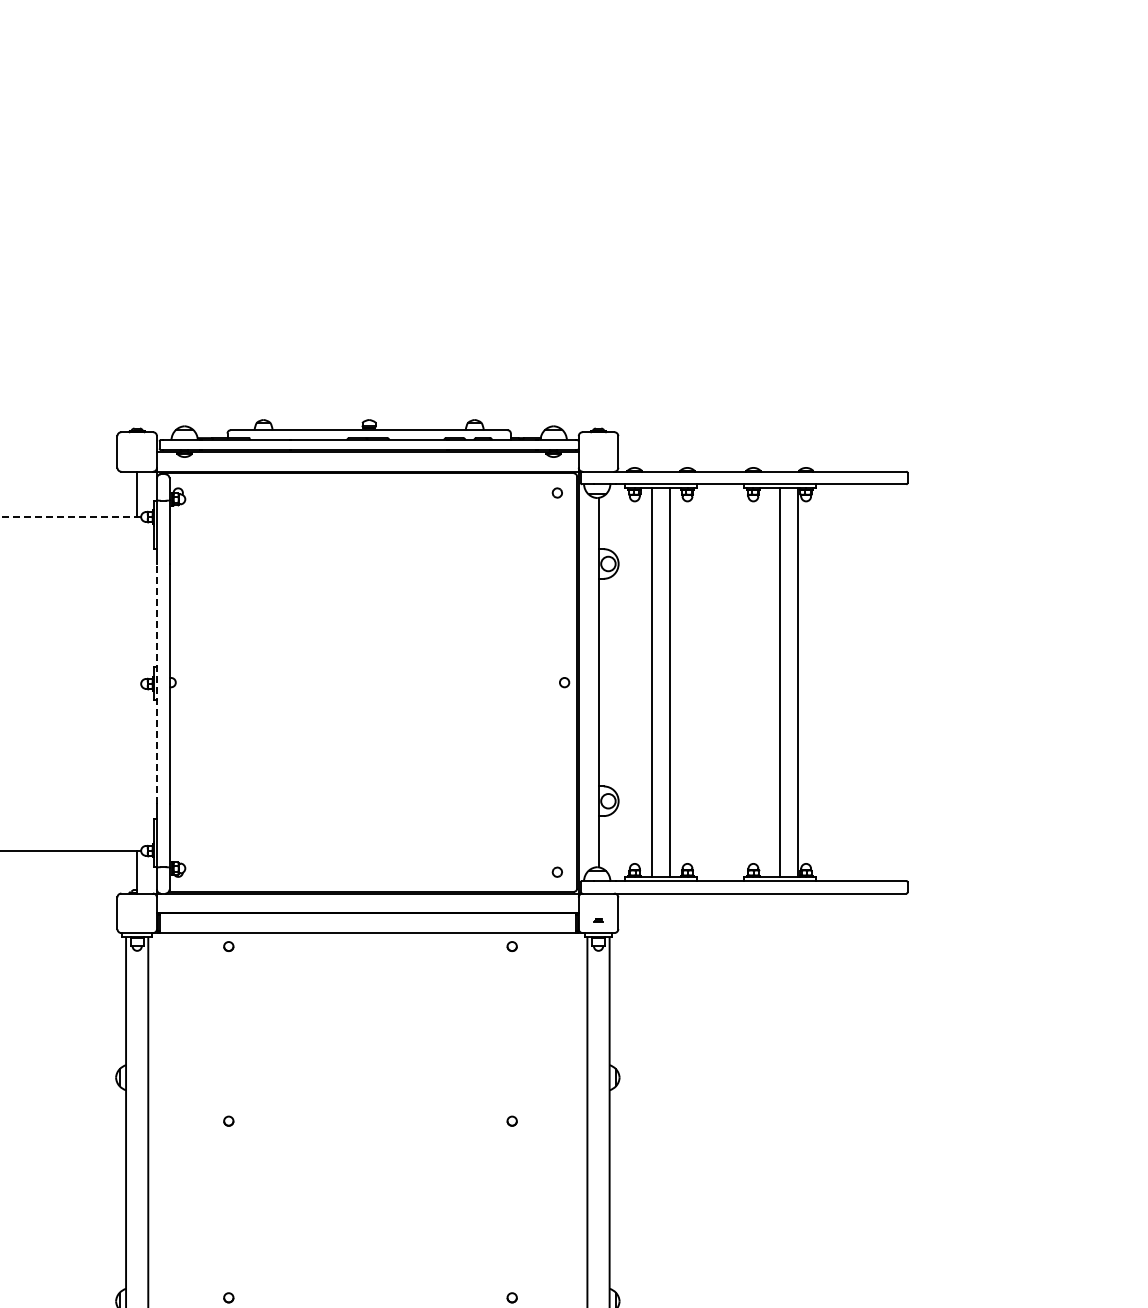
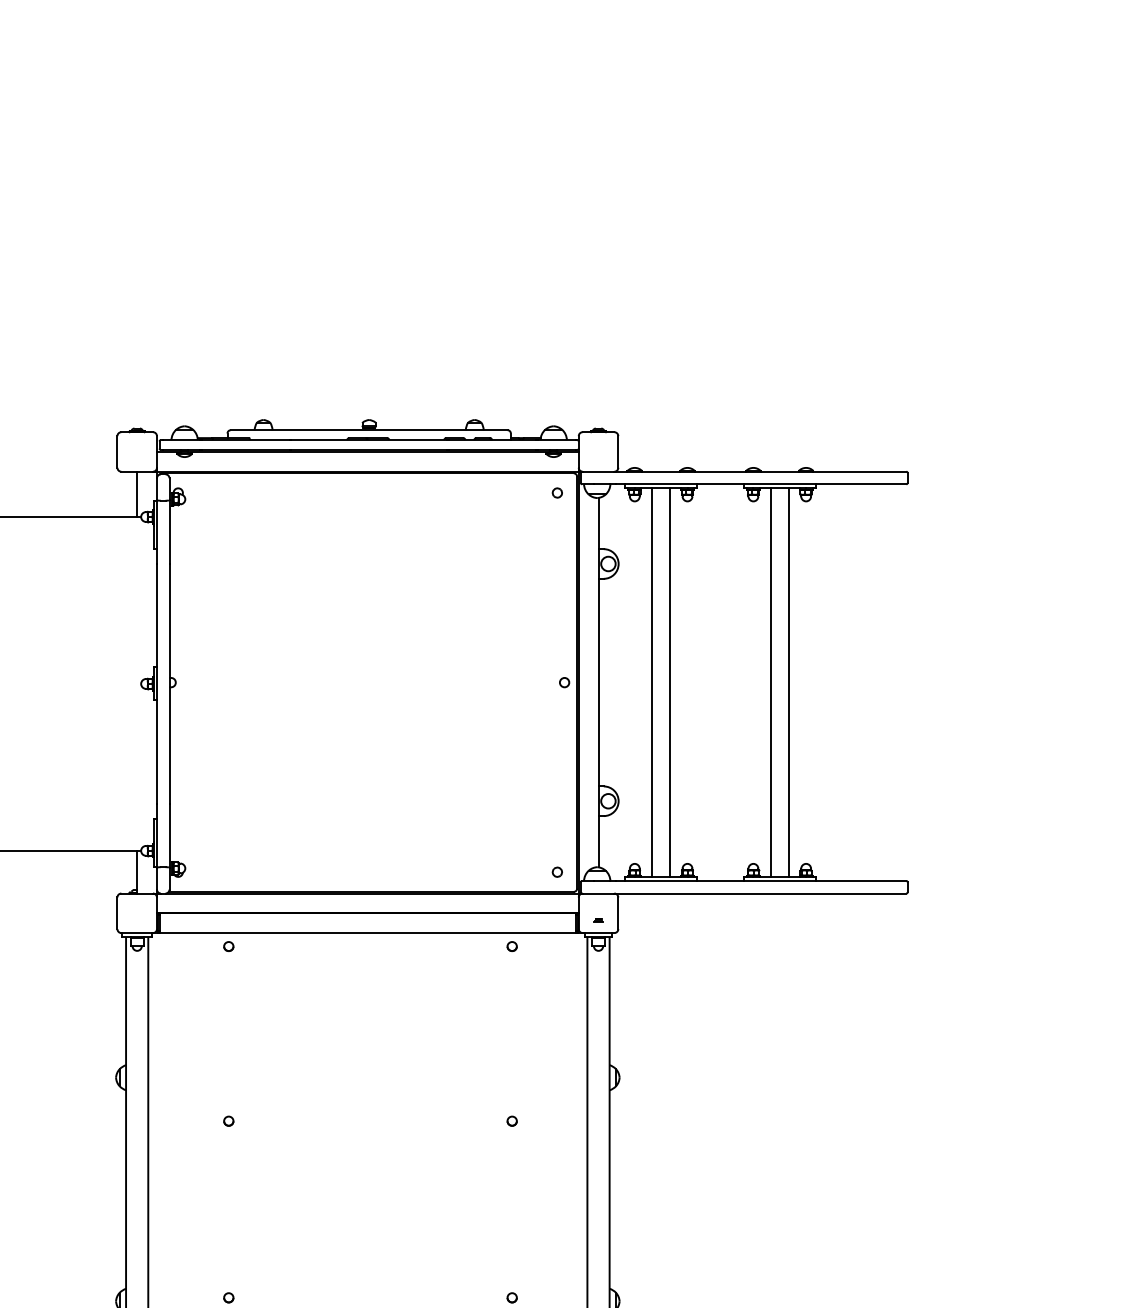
line at (70, 517): dashed -> solid
line at (779, 682) position: (779, 682) -> (770, 682)
line at (797, 682) position: (797, 682) -> (788, 682)
line at (156, 683): dashed -> solid
